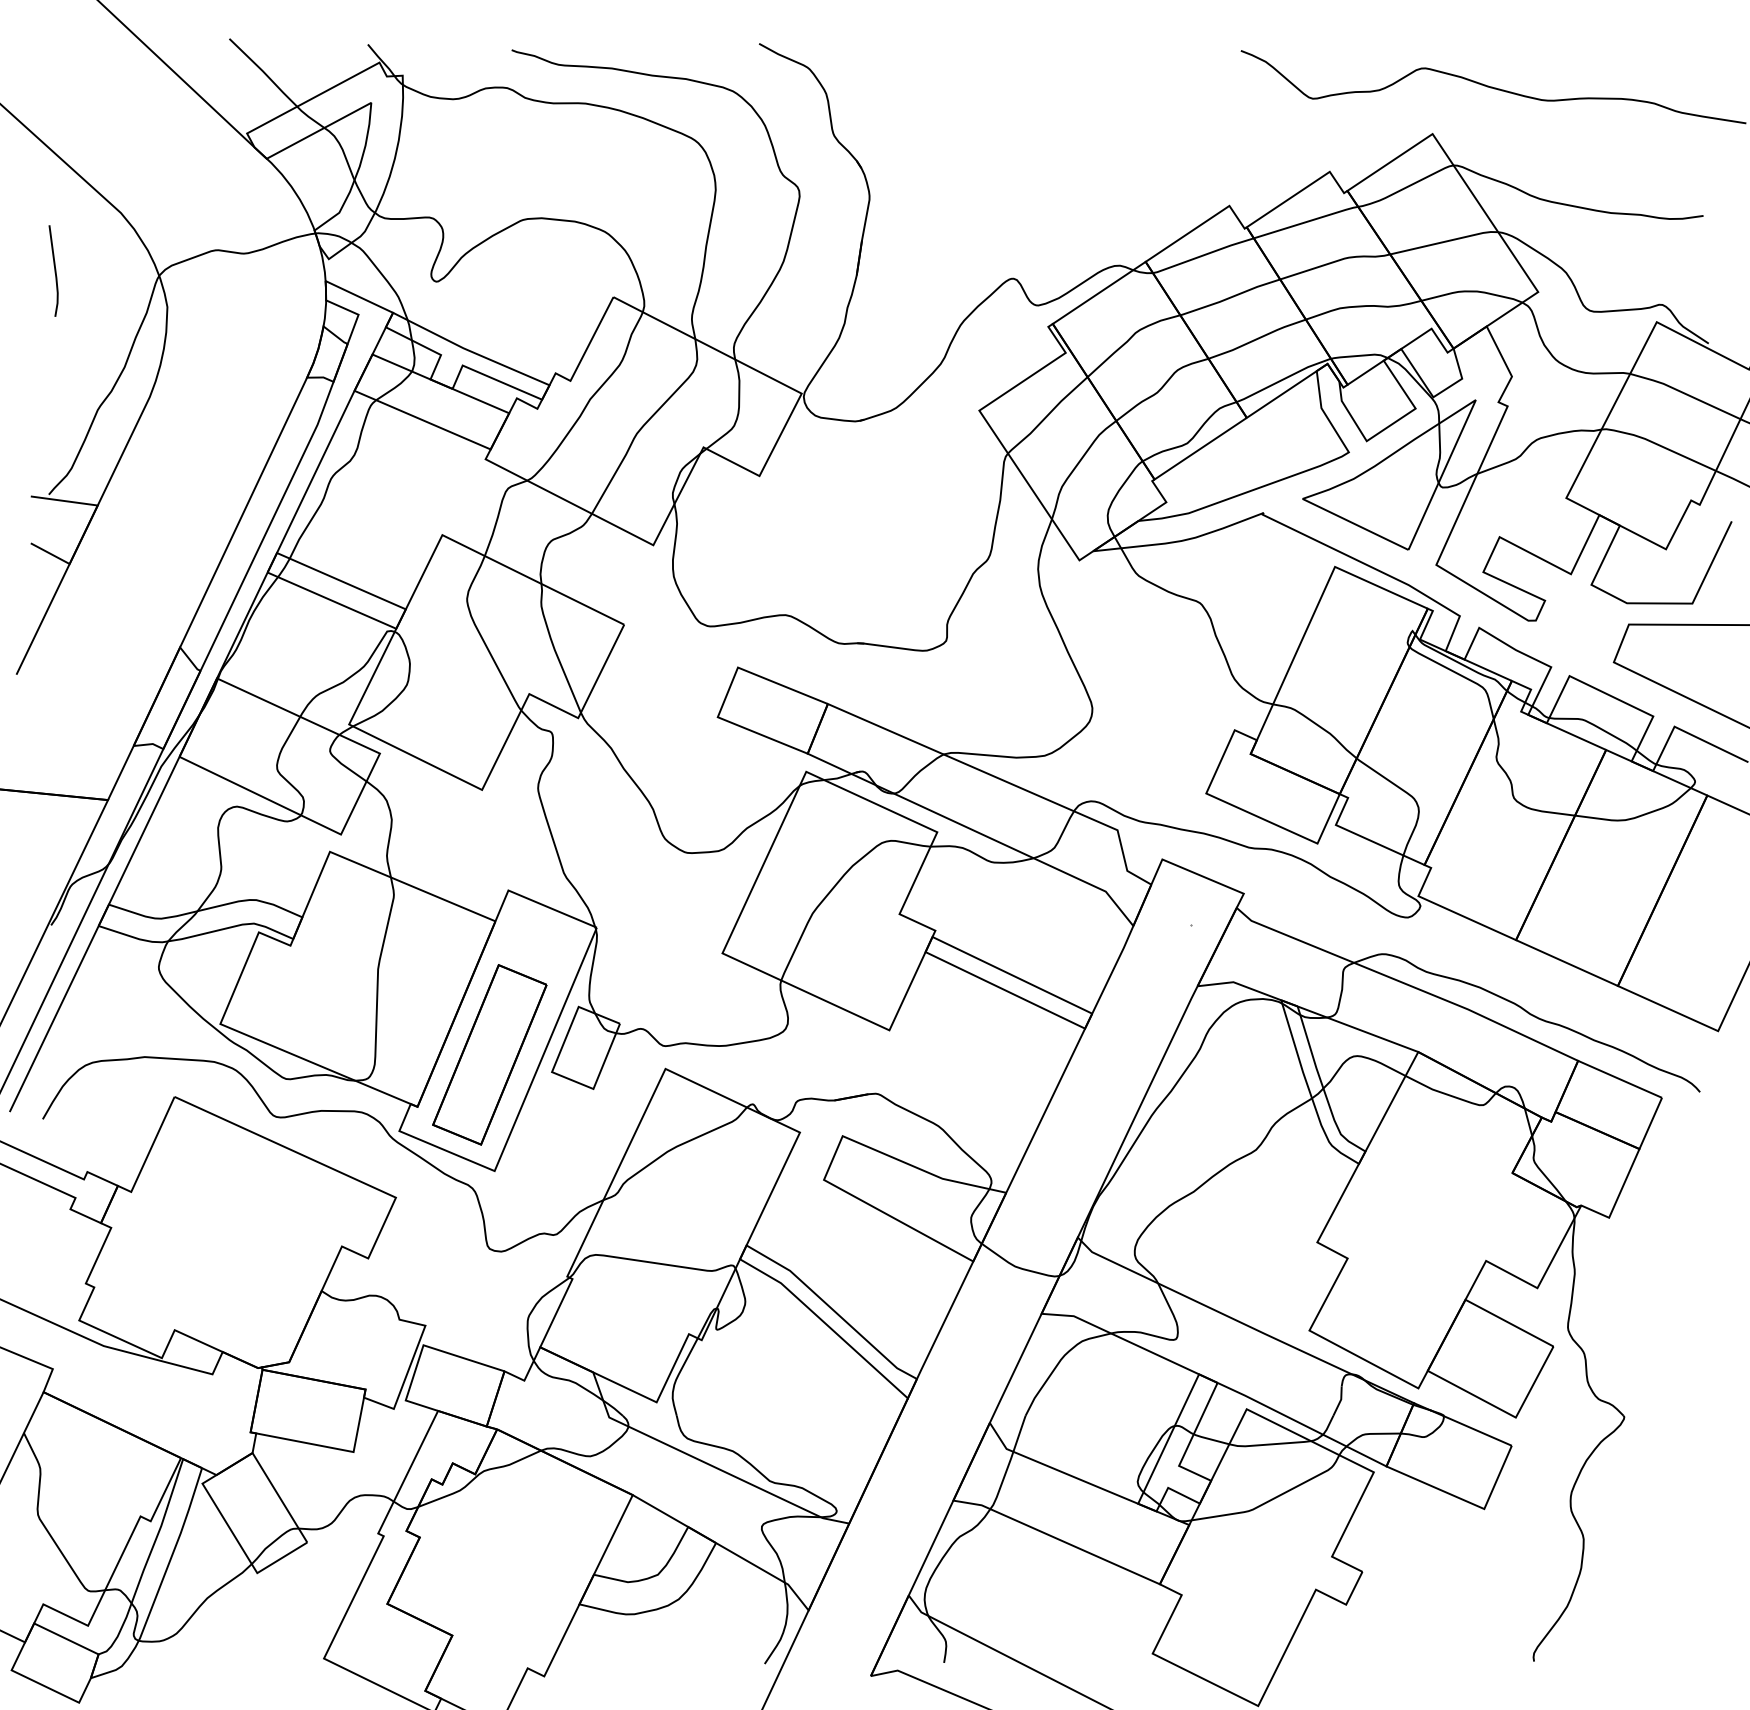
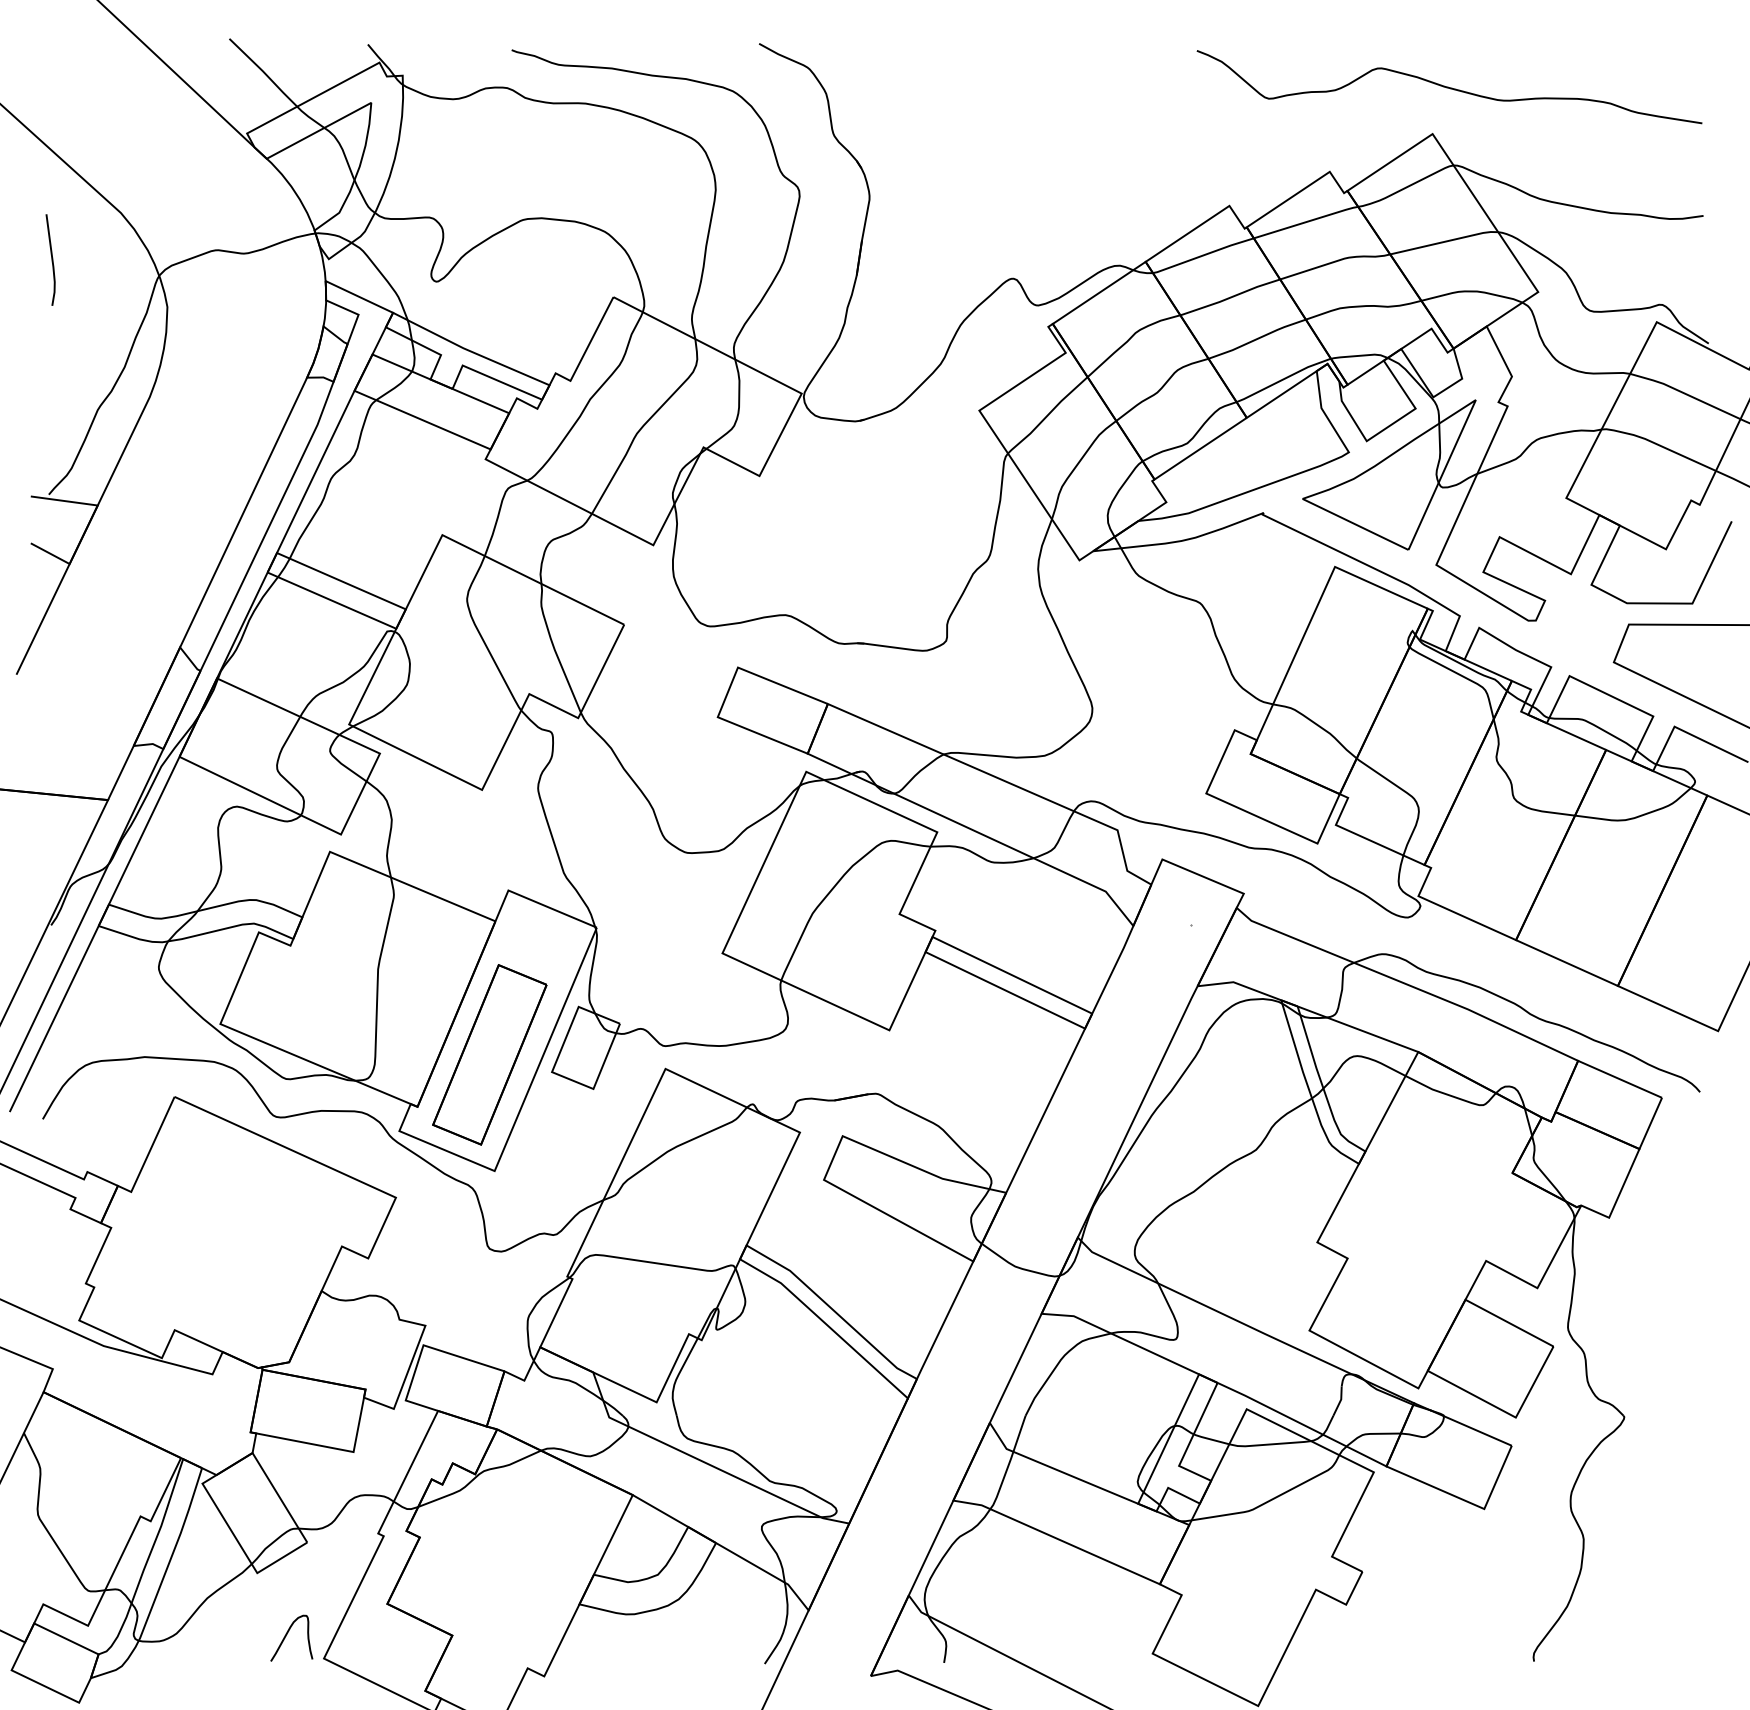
curve at (1493, 87) position: (1493, 87) -> (1449, 87)
line at (54, 270) position: (54, 270) -> (51, 259)
curve at (287, 1634): none -> present
